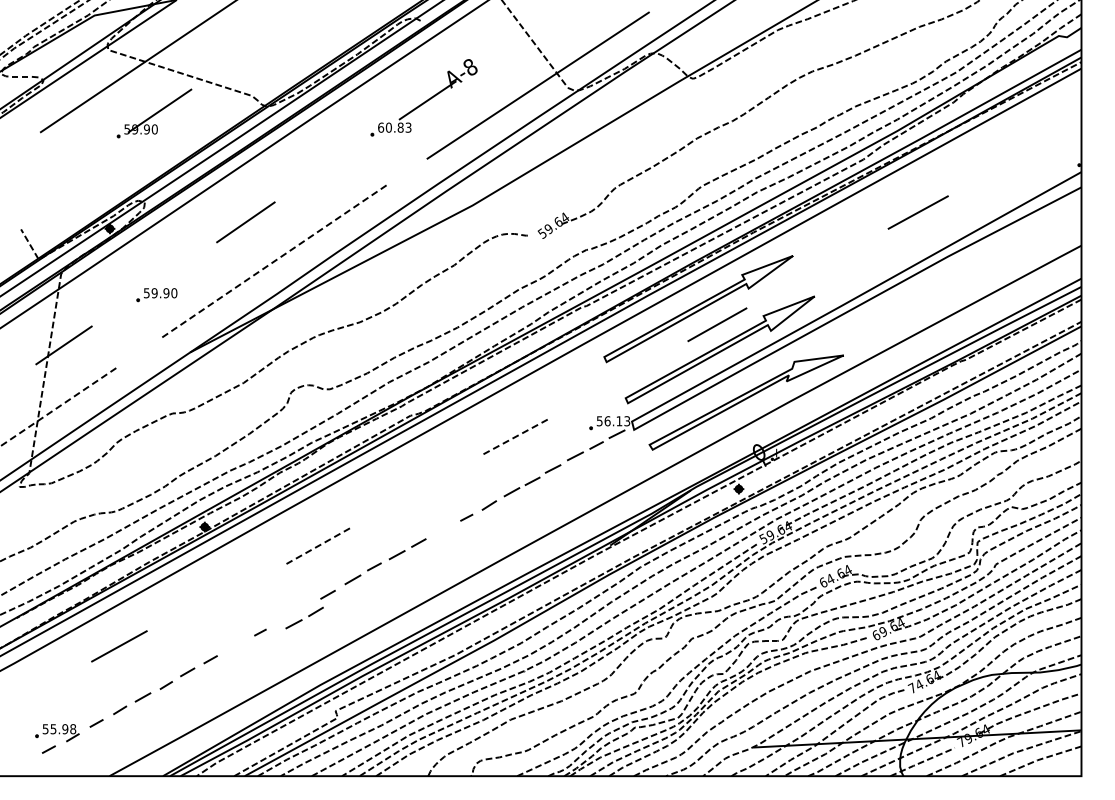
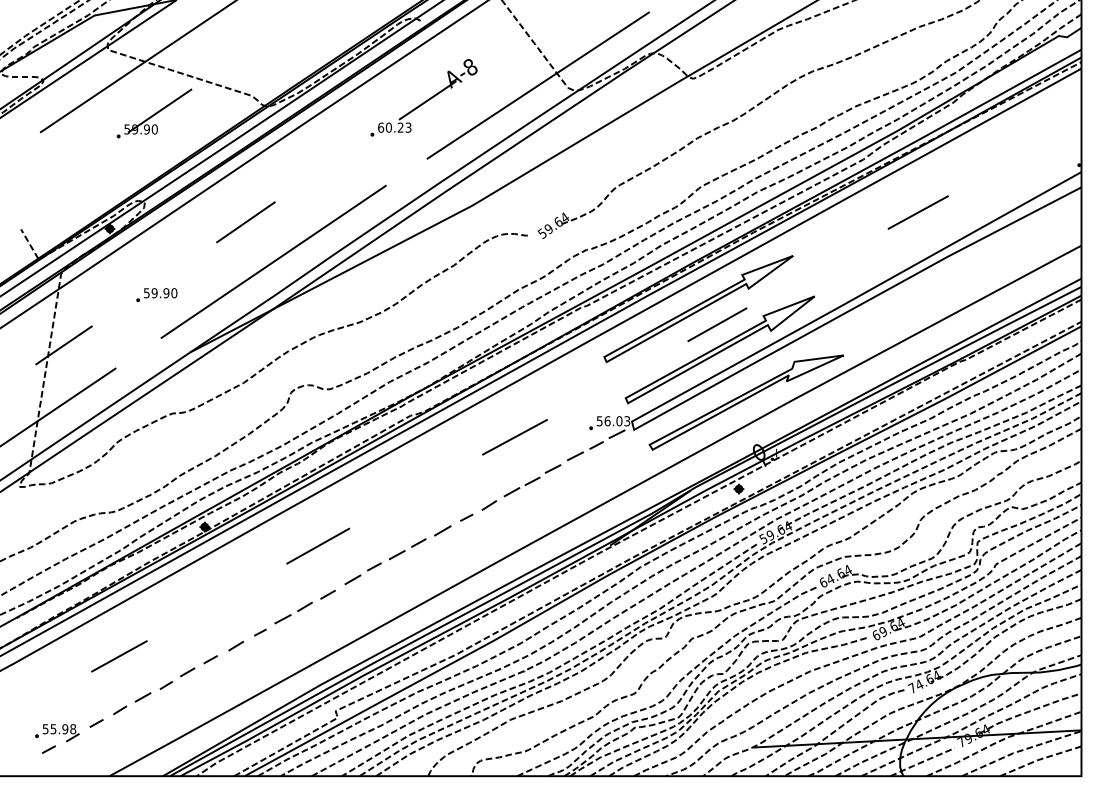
text at (400, 127): 60.83 -> 60.23
line at (273, 262): dashed -> solid
line at (58, 407): dashed -> solid
text at (619, 421): 56.13 -> 56.03
line at (514, 437): dashed -> solid
line at (442, 530): none -> present
line at (317, 546): dashed -> solid
part at (304, 617) position: (304, 617) -> (293, 612)
line at (119, 646) position: (119, 646) -> (119, 656)
line at (236, 646): none -> present
